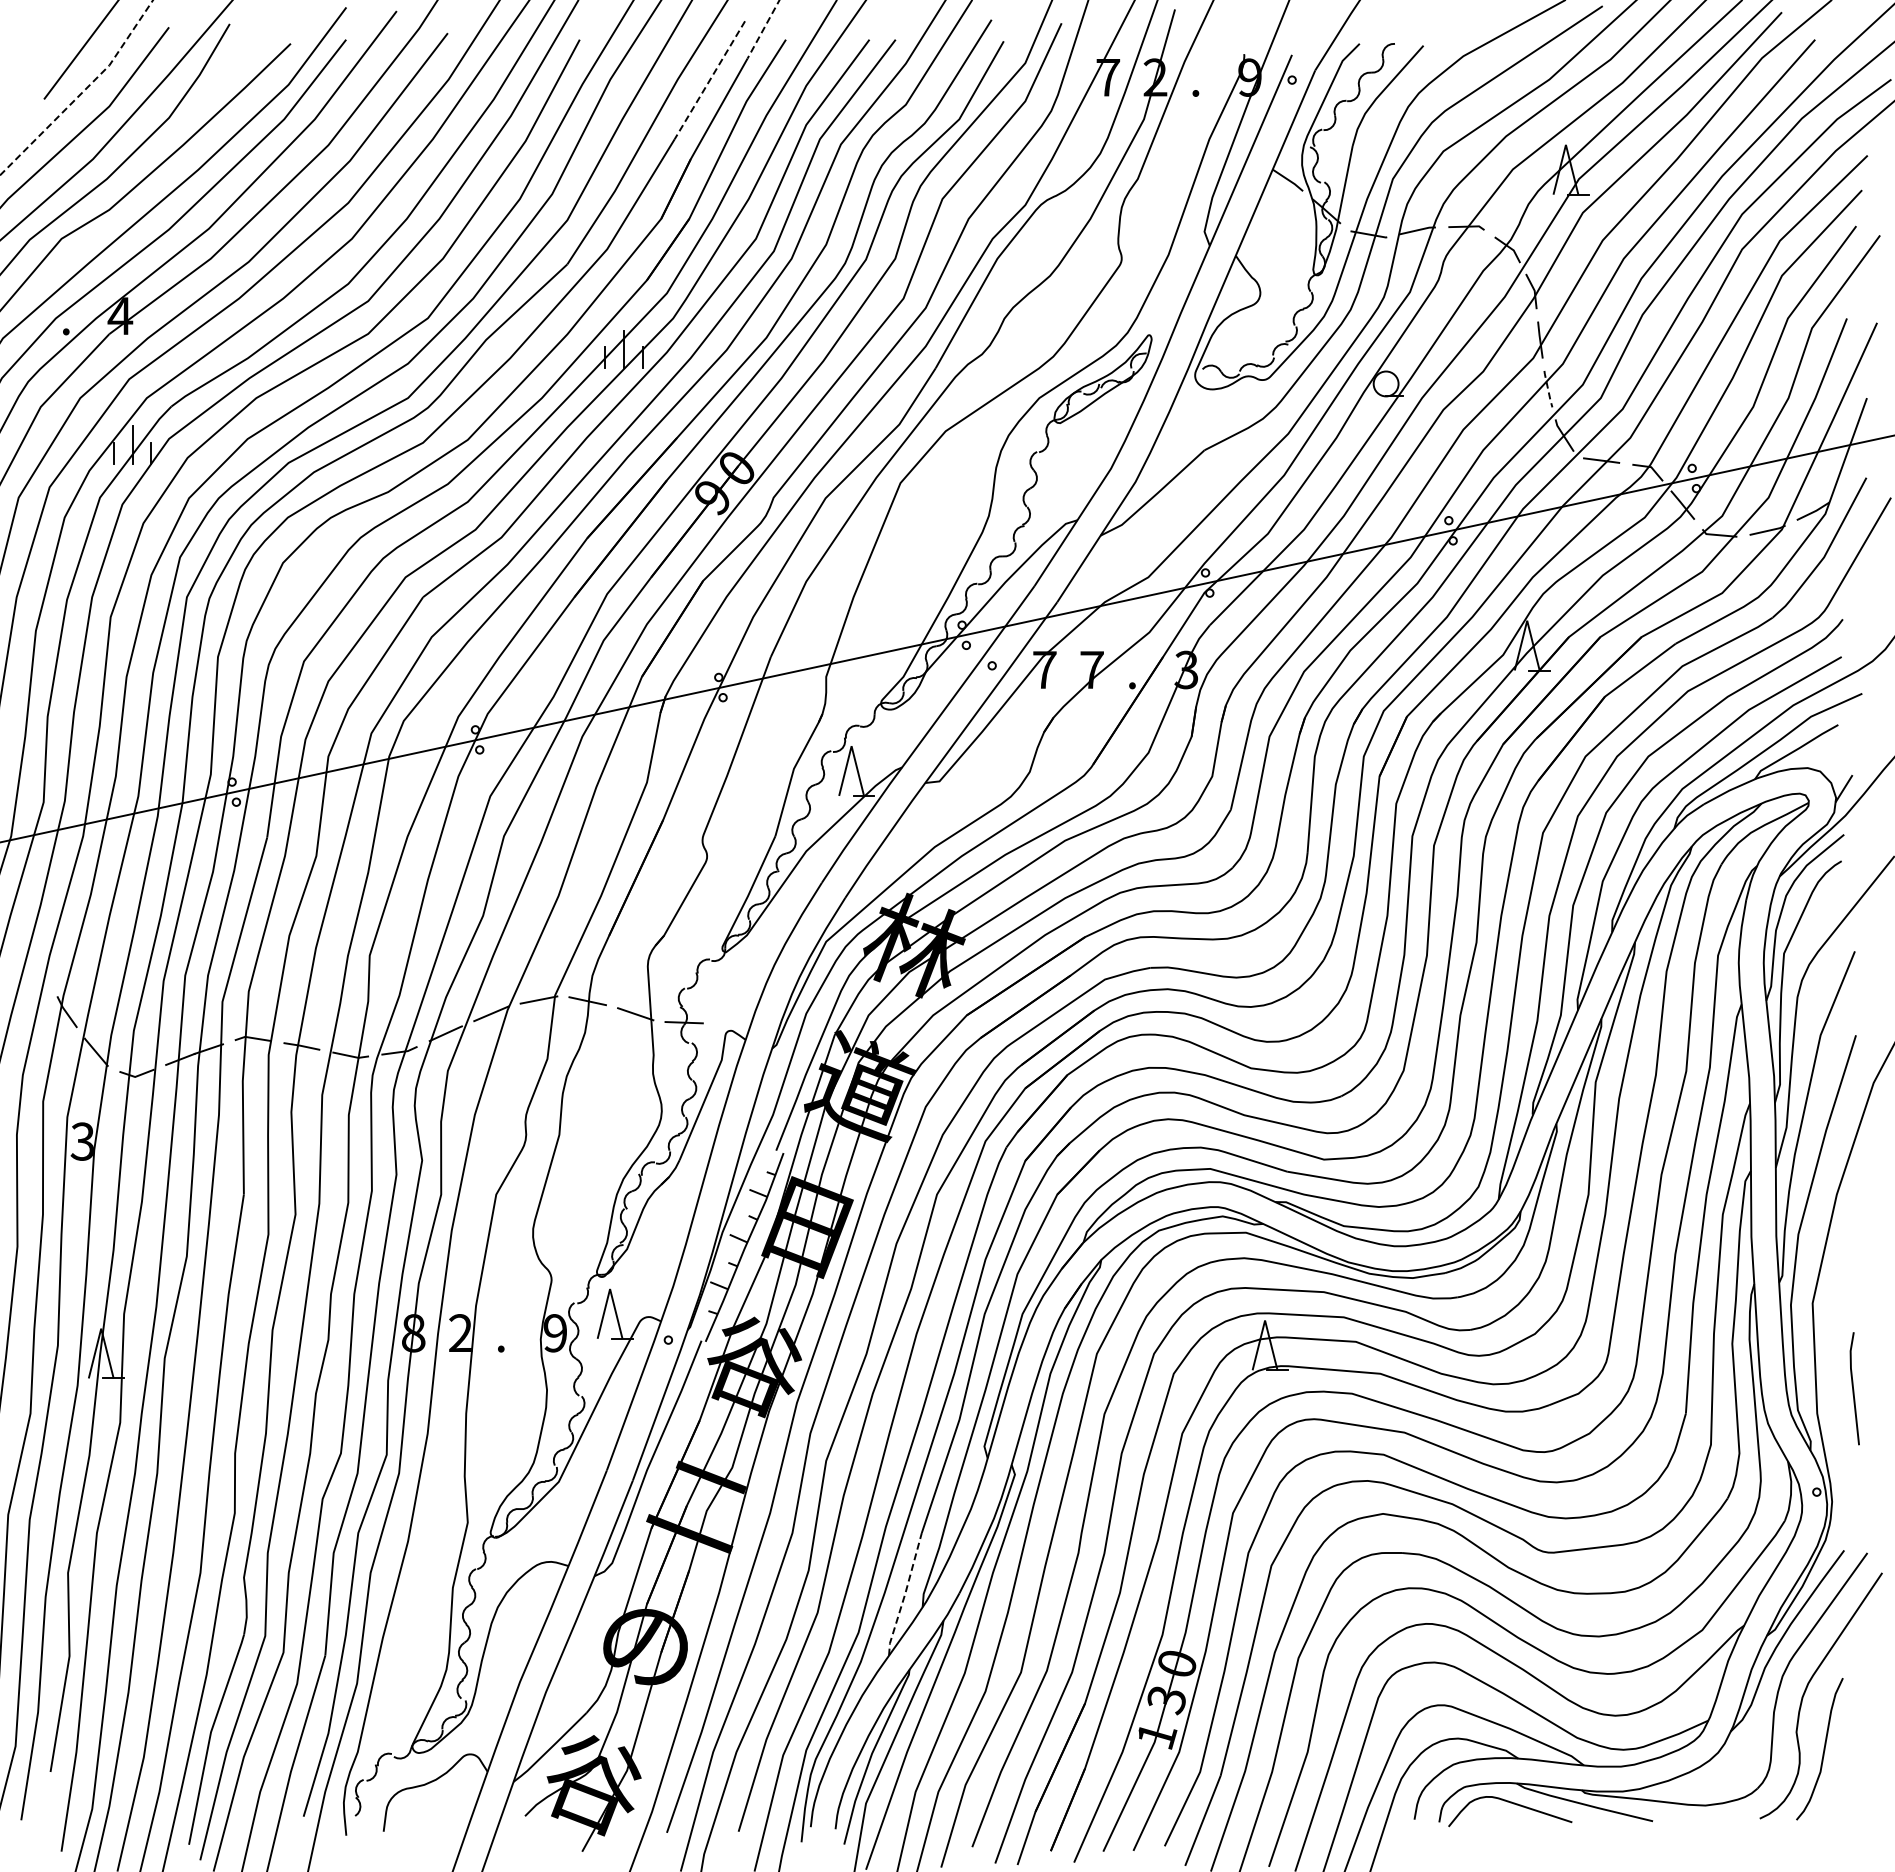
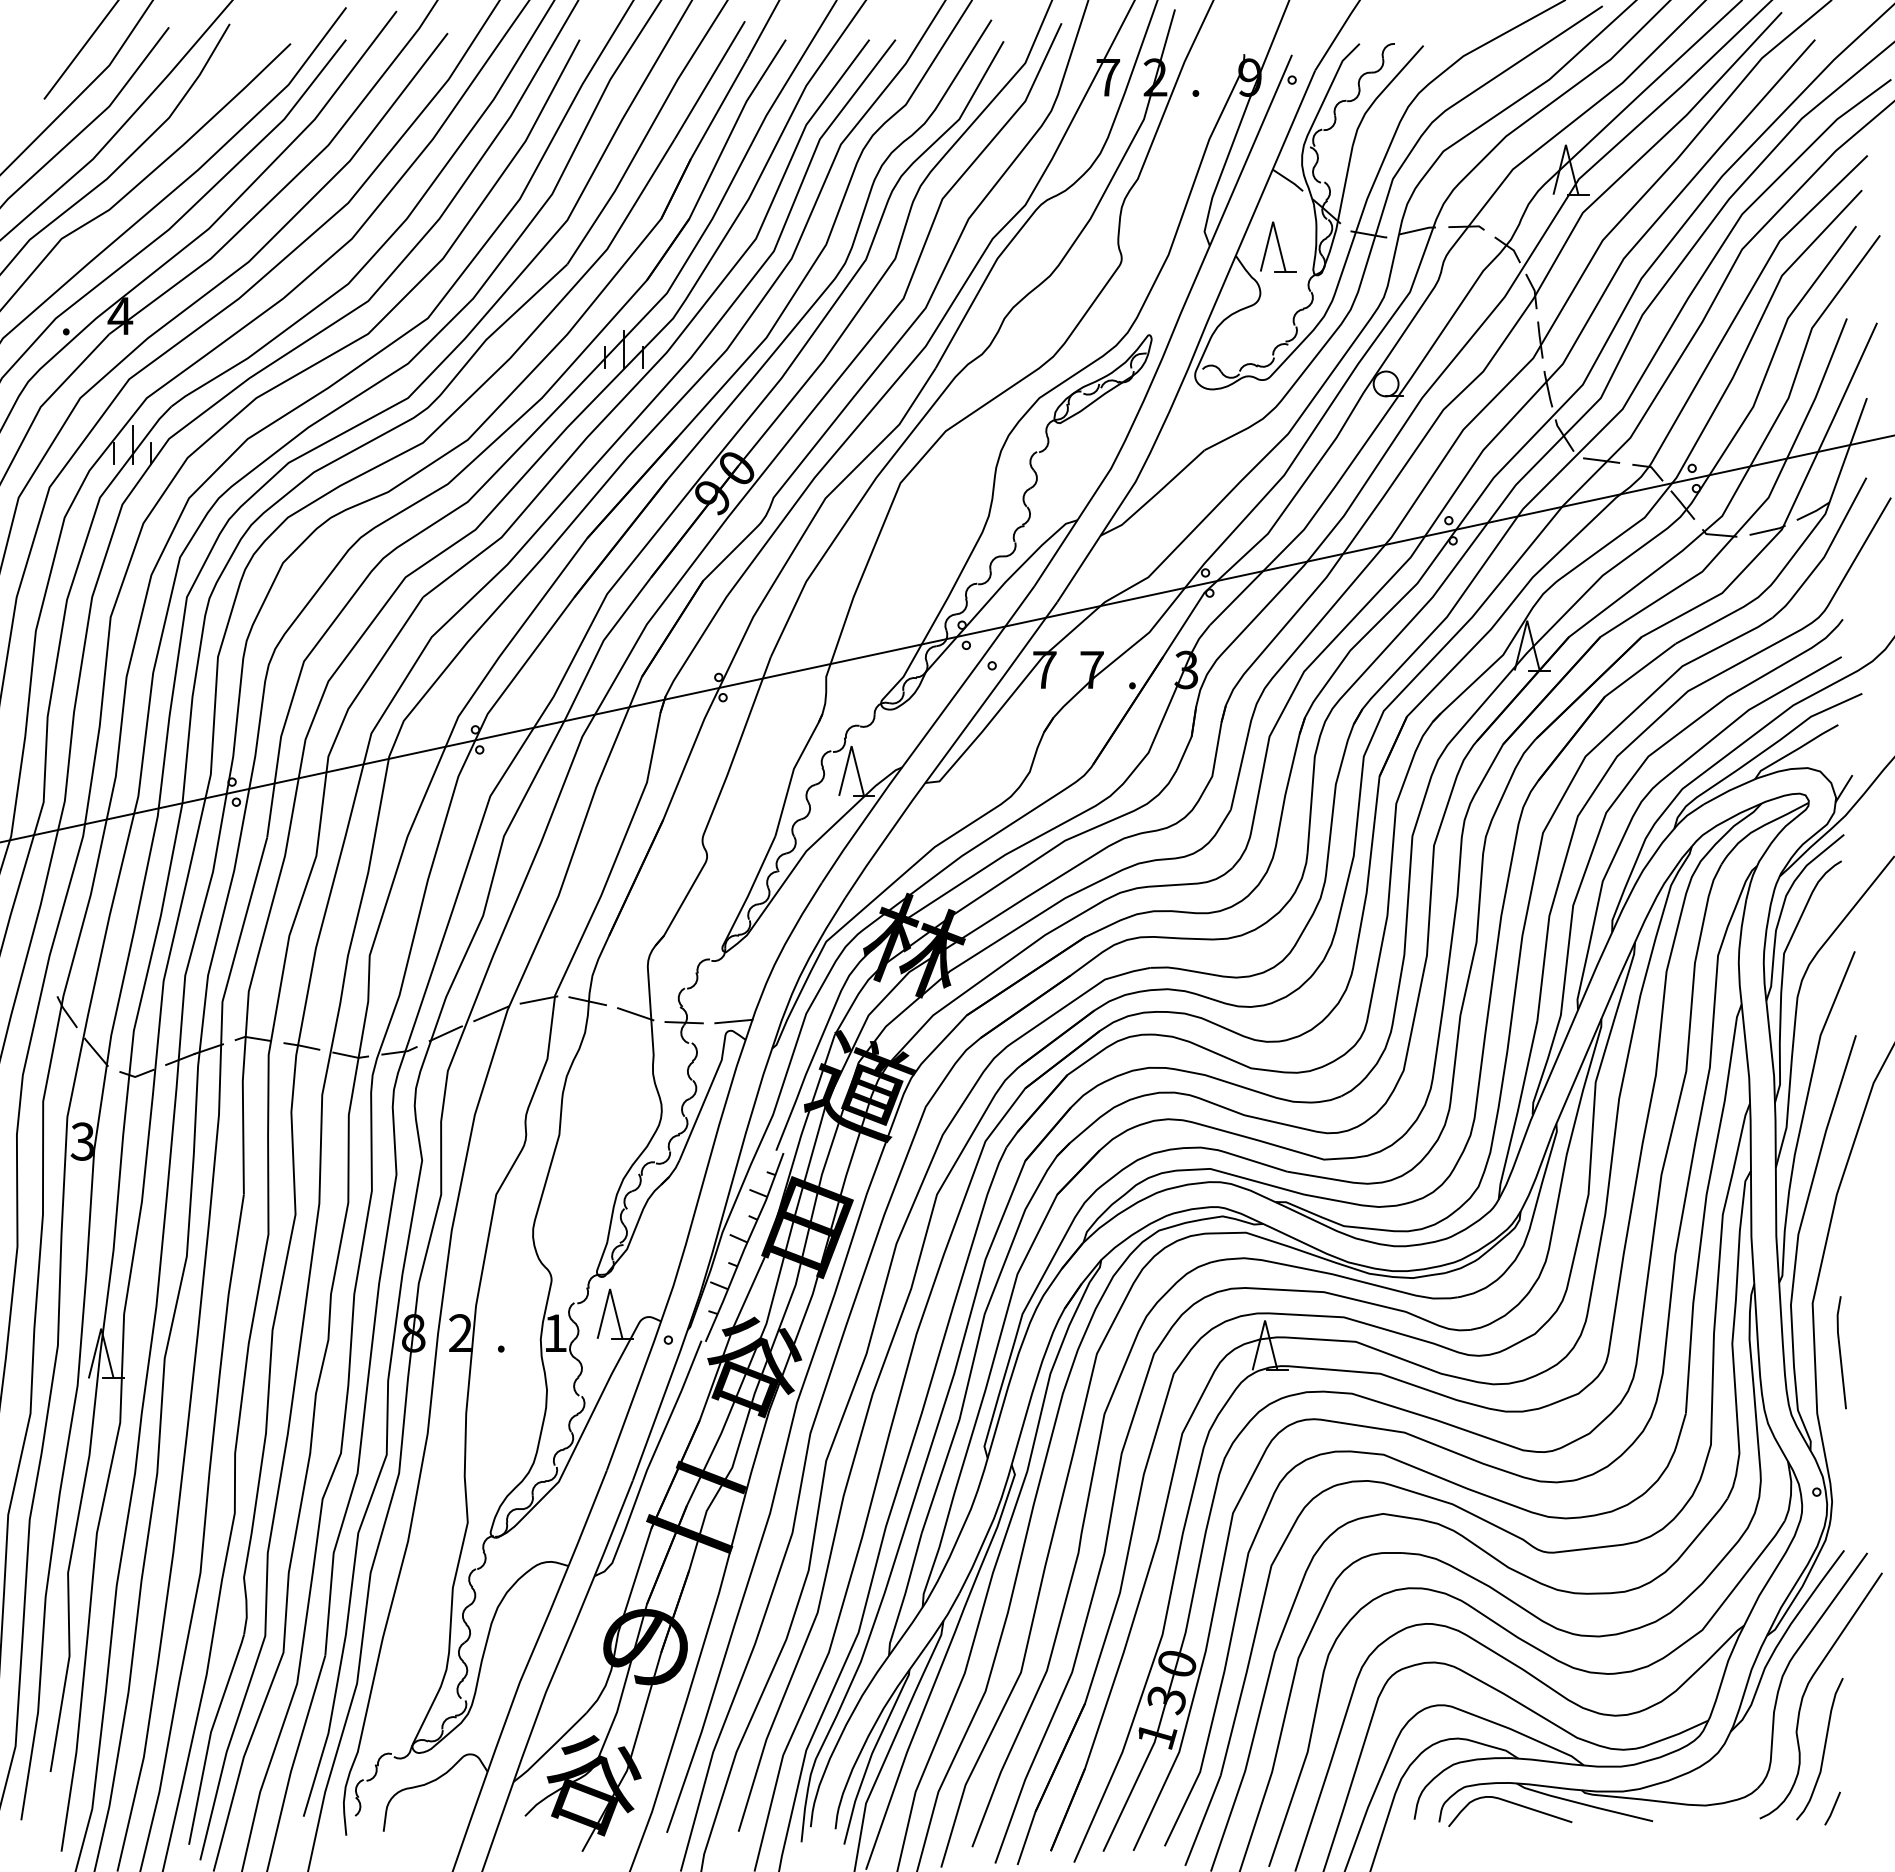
line at (763, 29): dashed -> solid
line at (709, 80): dashed -> solid
line at (82, 92): dashed -> solid
part at (1278, 246): none -> present
line at (1548, 389): dashed -> solid
line at (733, 1021): none -> present
text at (554, 1333): 9 -> 1
line at (1853, 1388) position: (1853, 1388) -> (1840, 1352)
line at (905, 1593): dashed -> solid
line at (1832, 1808): none -> present
